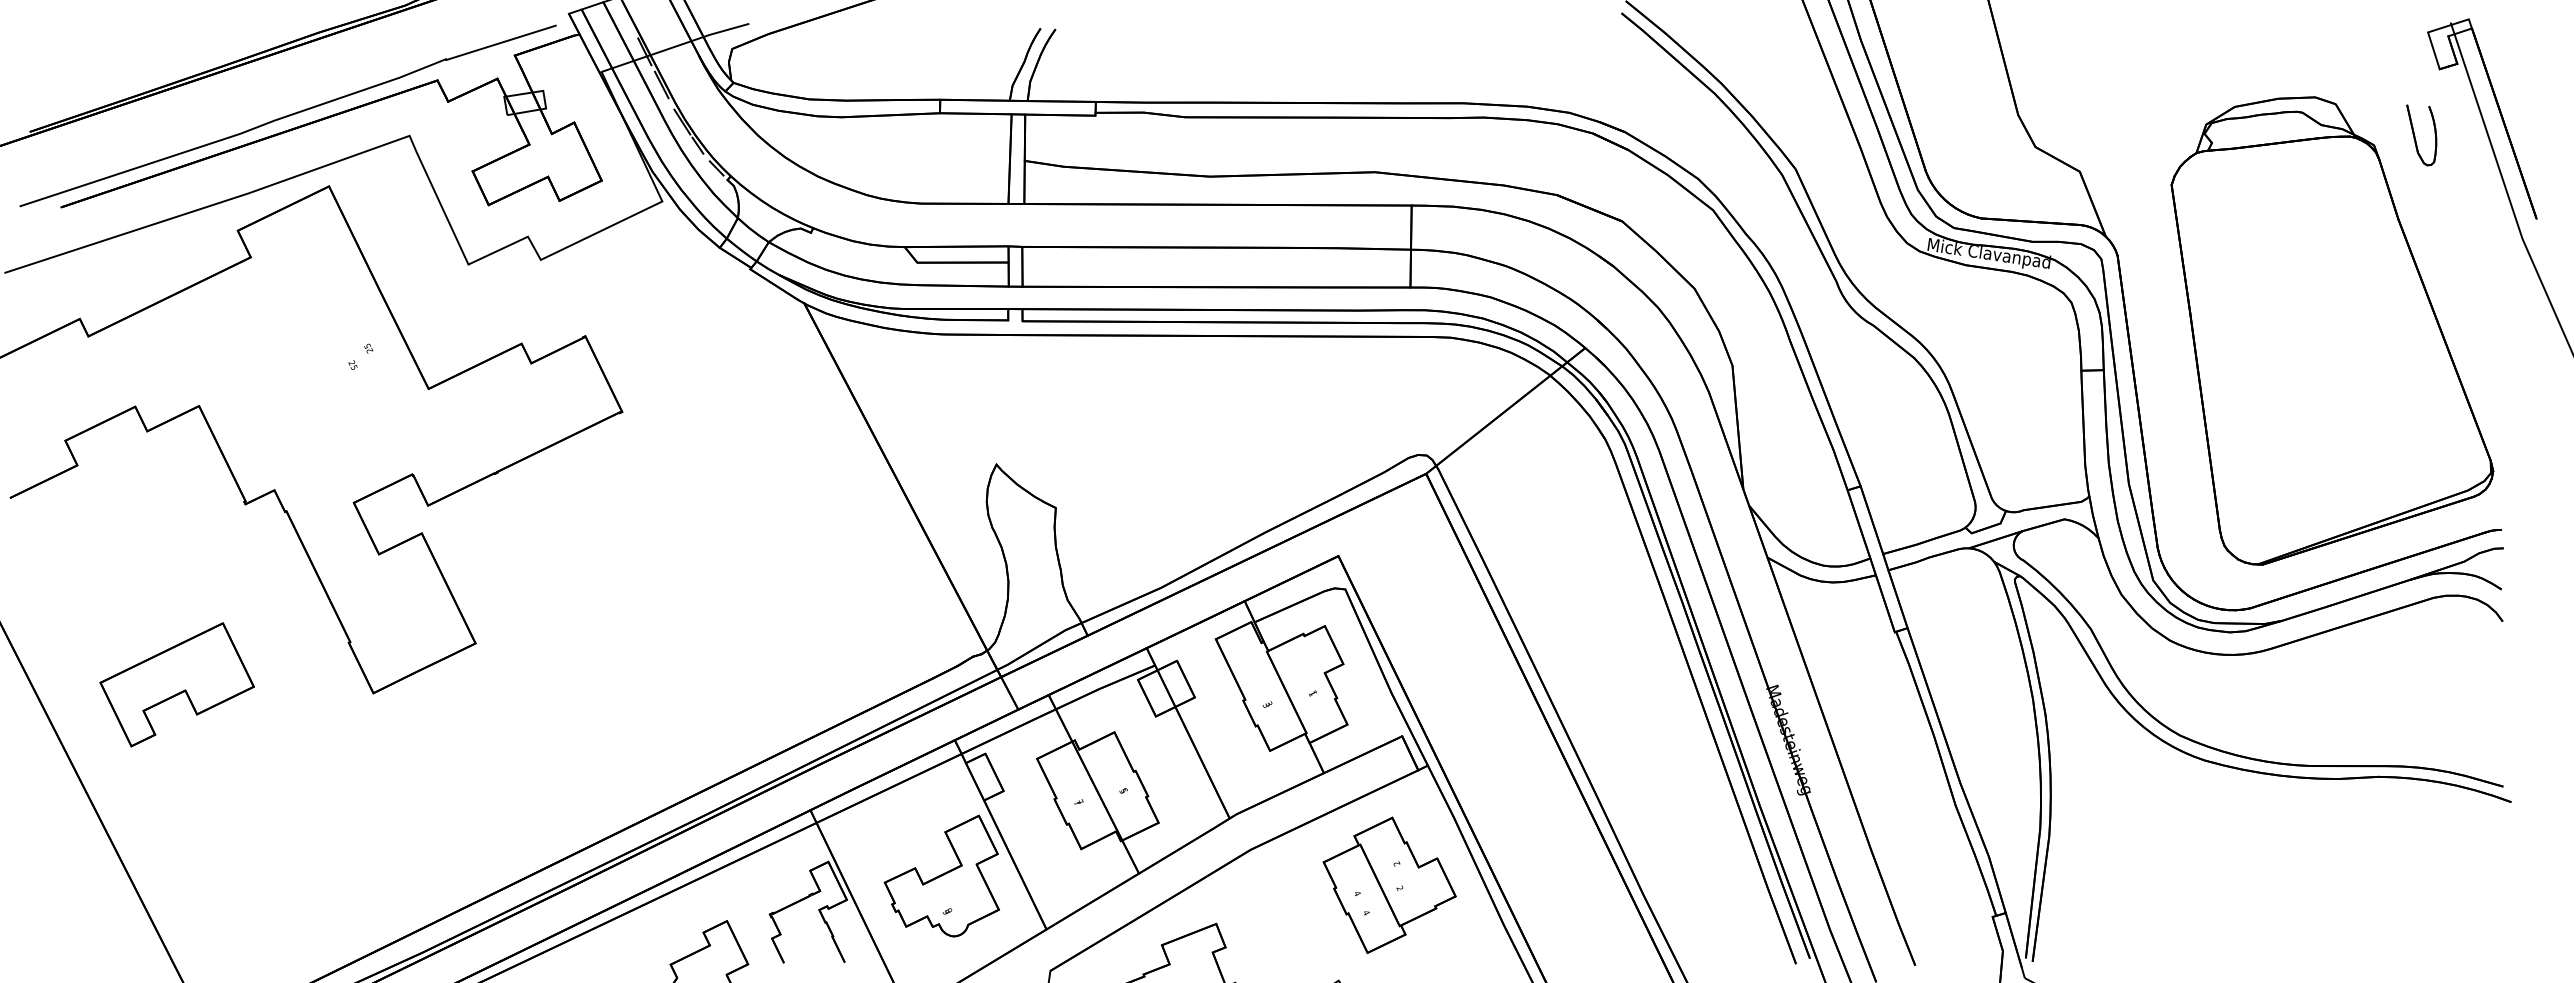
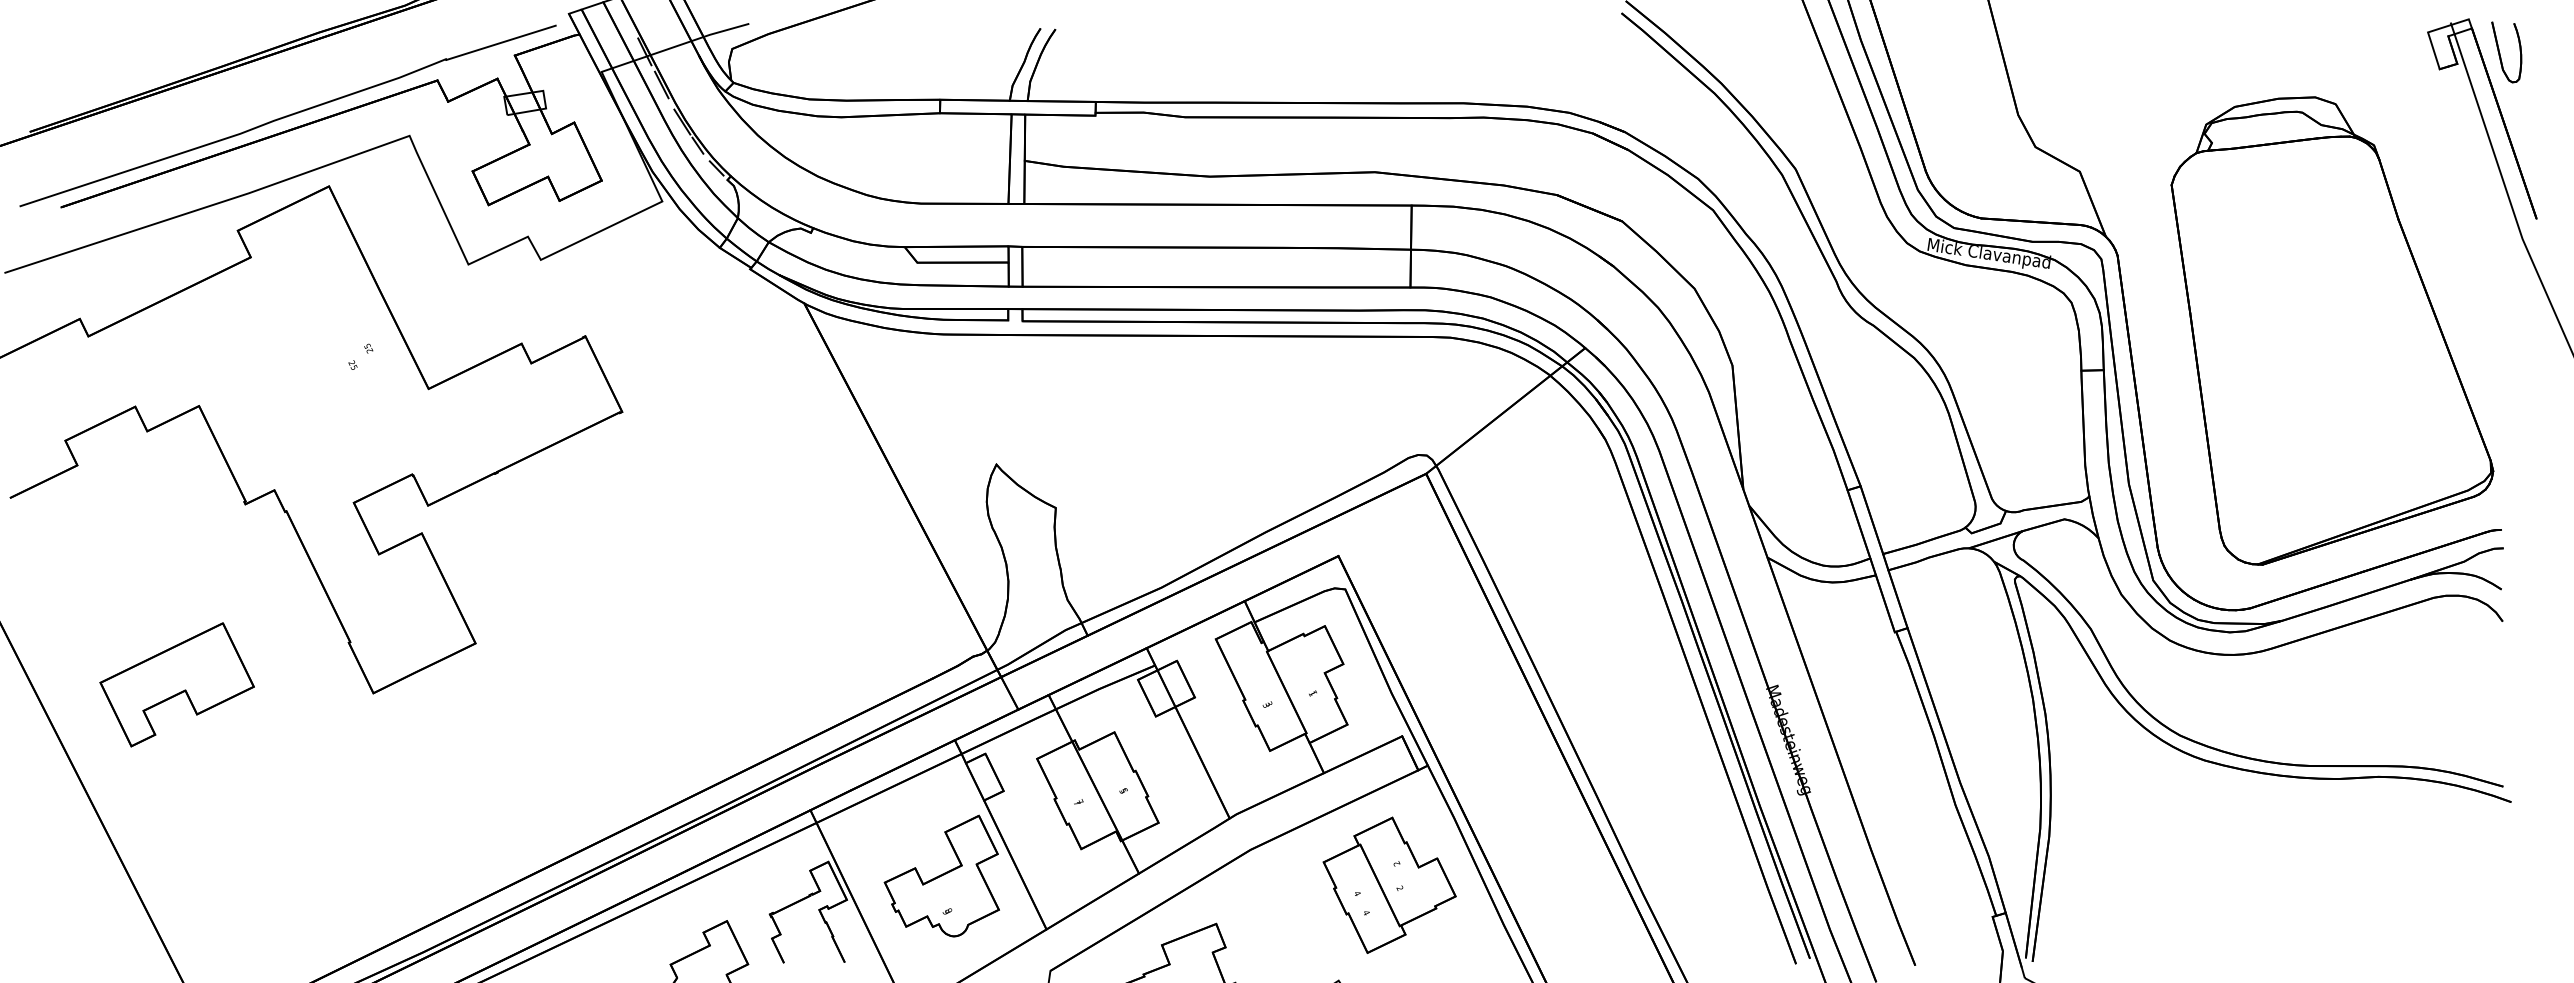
part at (2415, 136) position: (2415, 136) -> (2500, 53)
